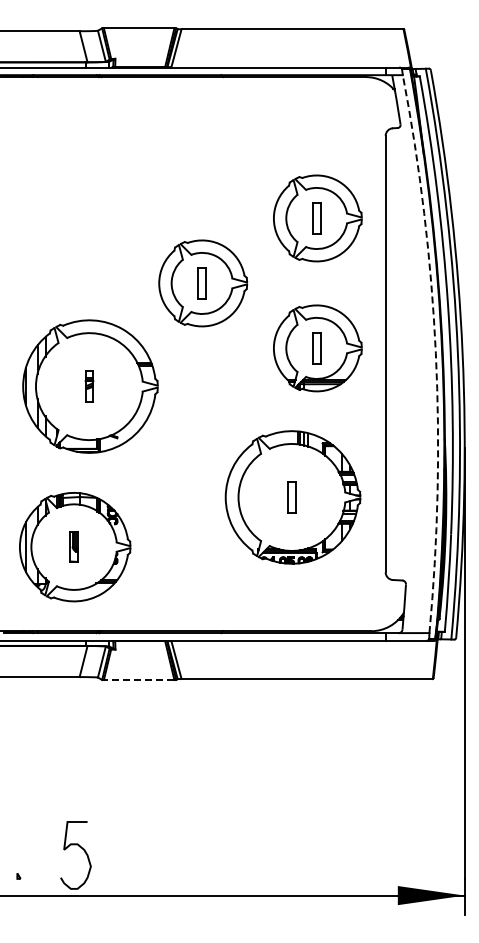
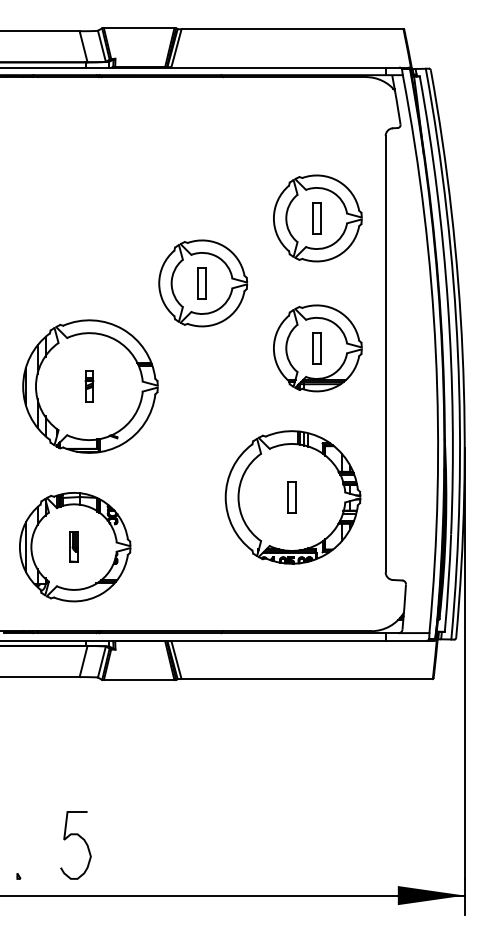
arc at (435, 353): dashed -> solid
line at (138, 680): dashed -> solid
curve at (79, 847) position: (79, 847) -> (79, 837)
